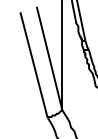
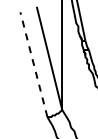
line at (33, 64): solid -> dashed
